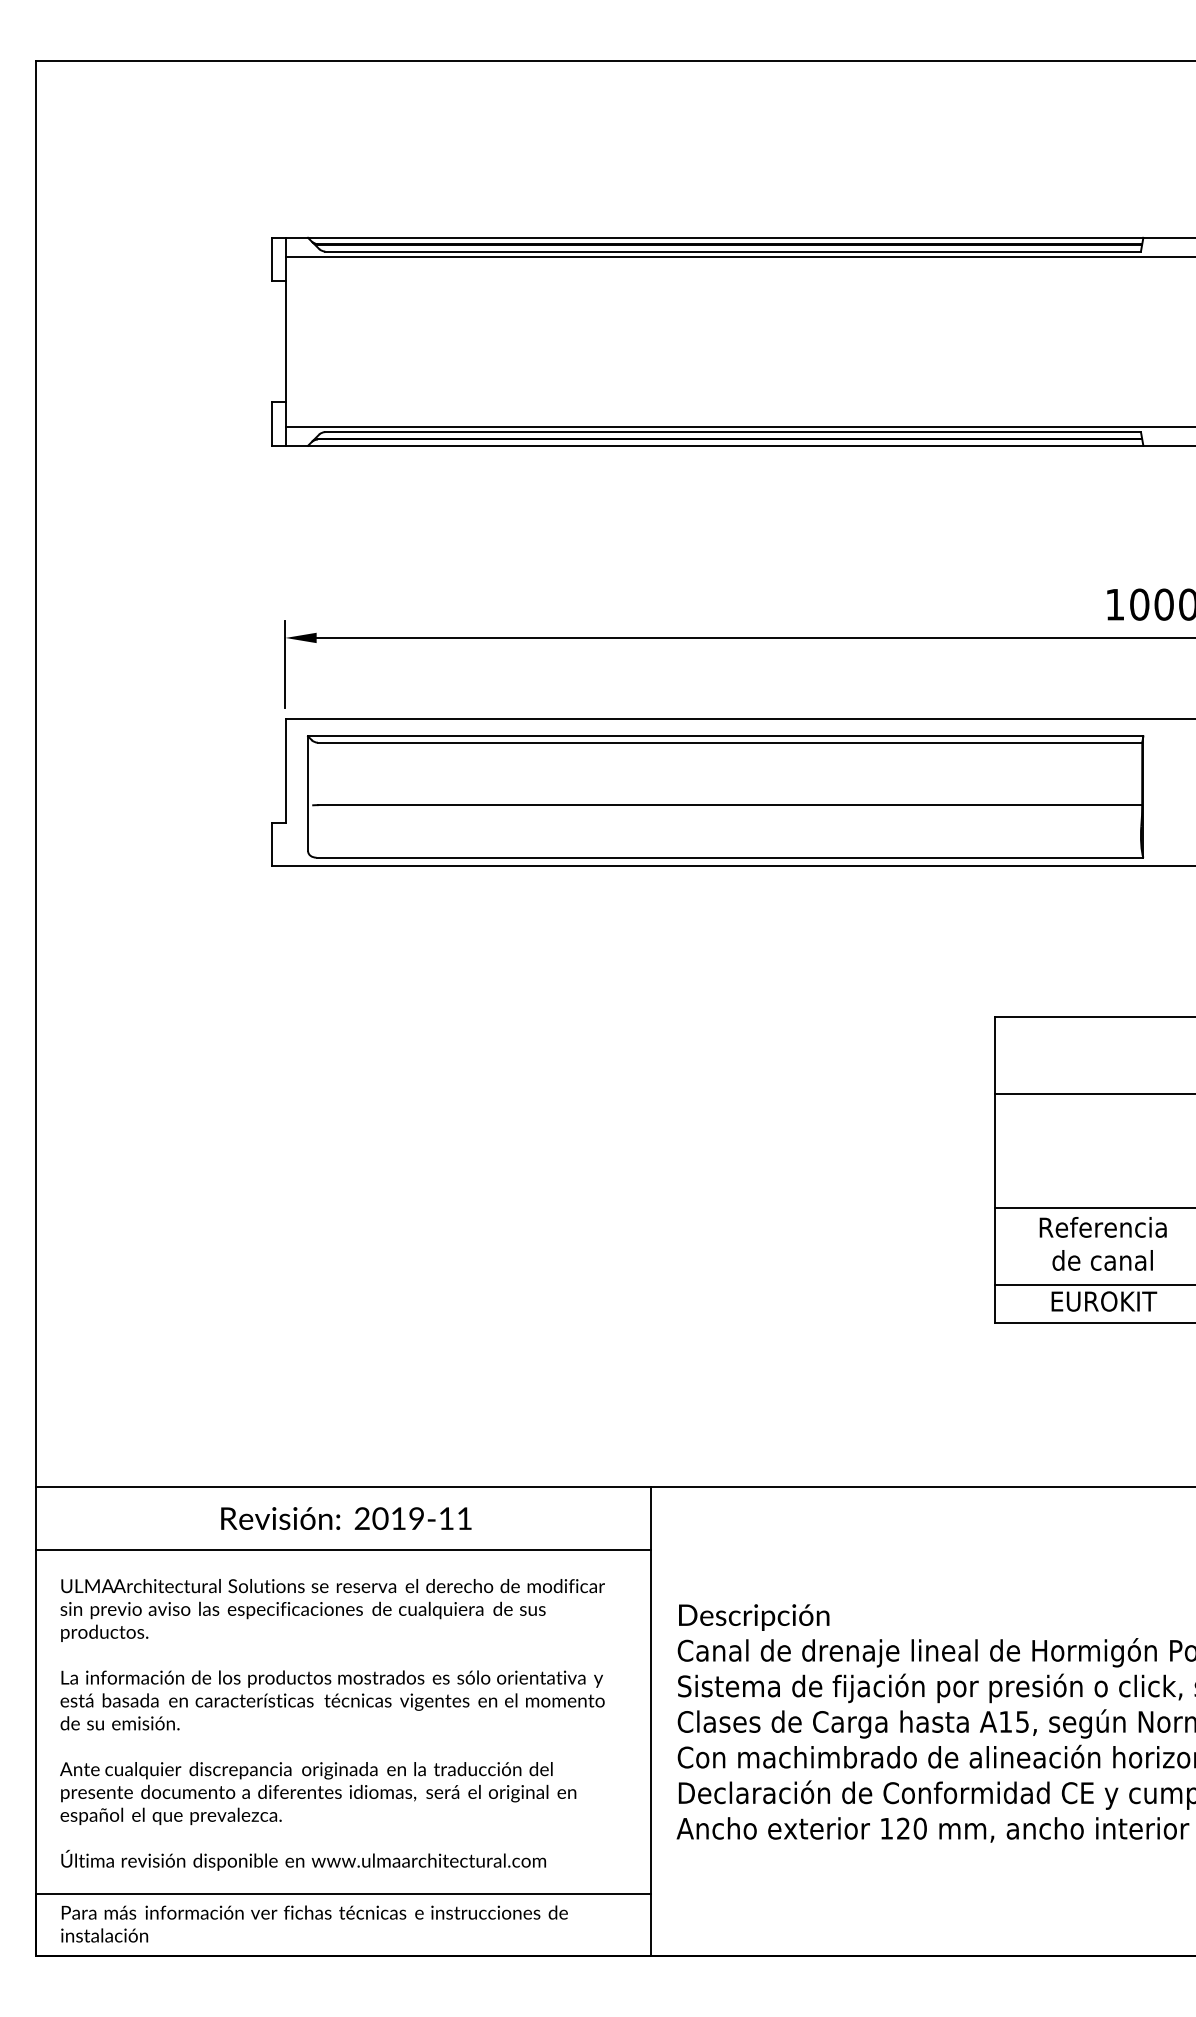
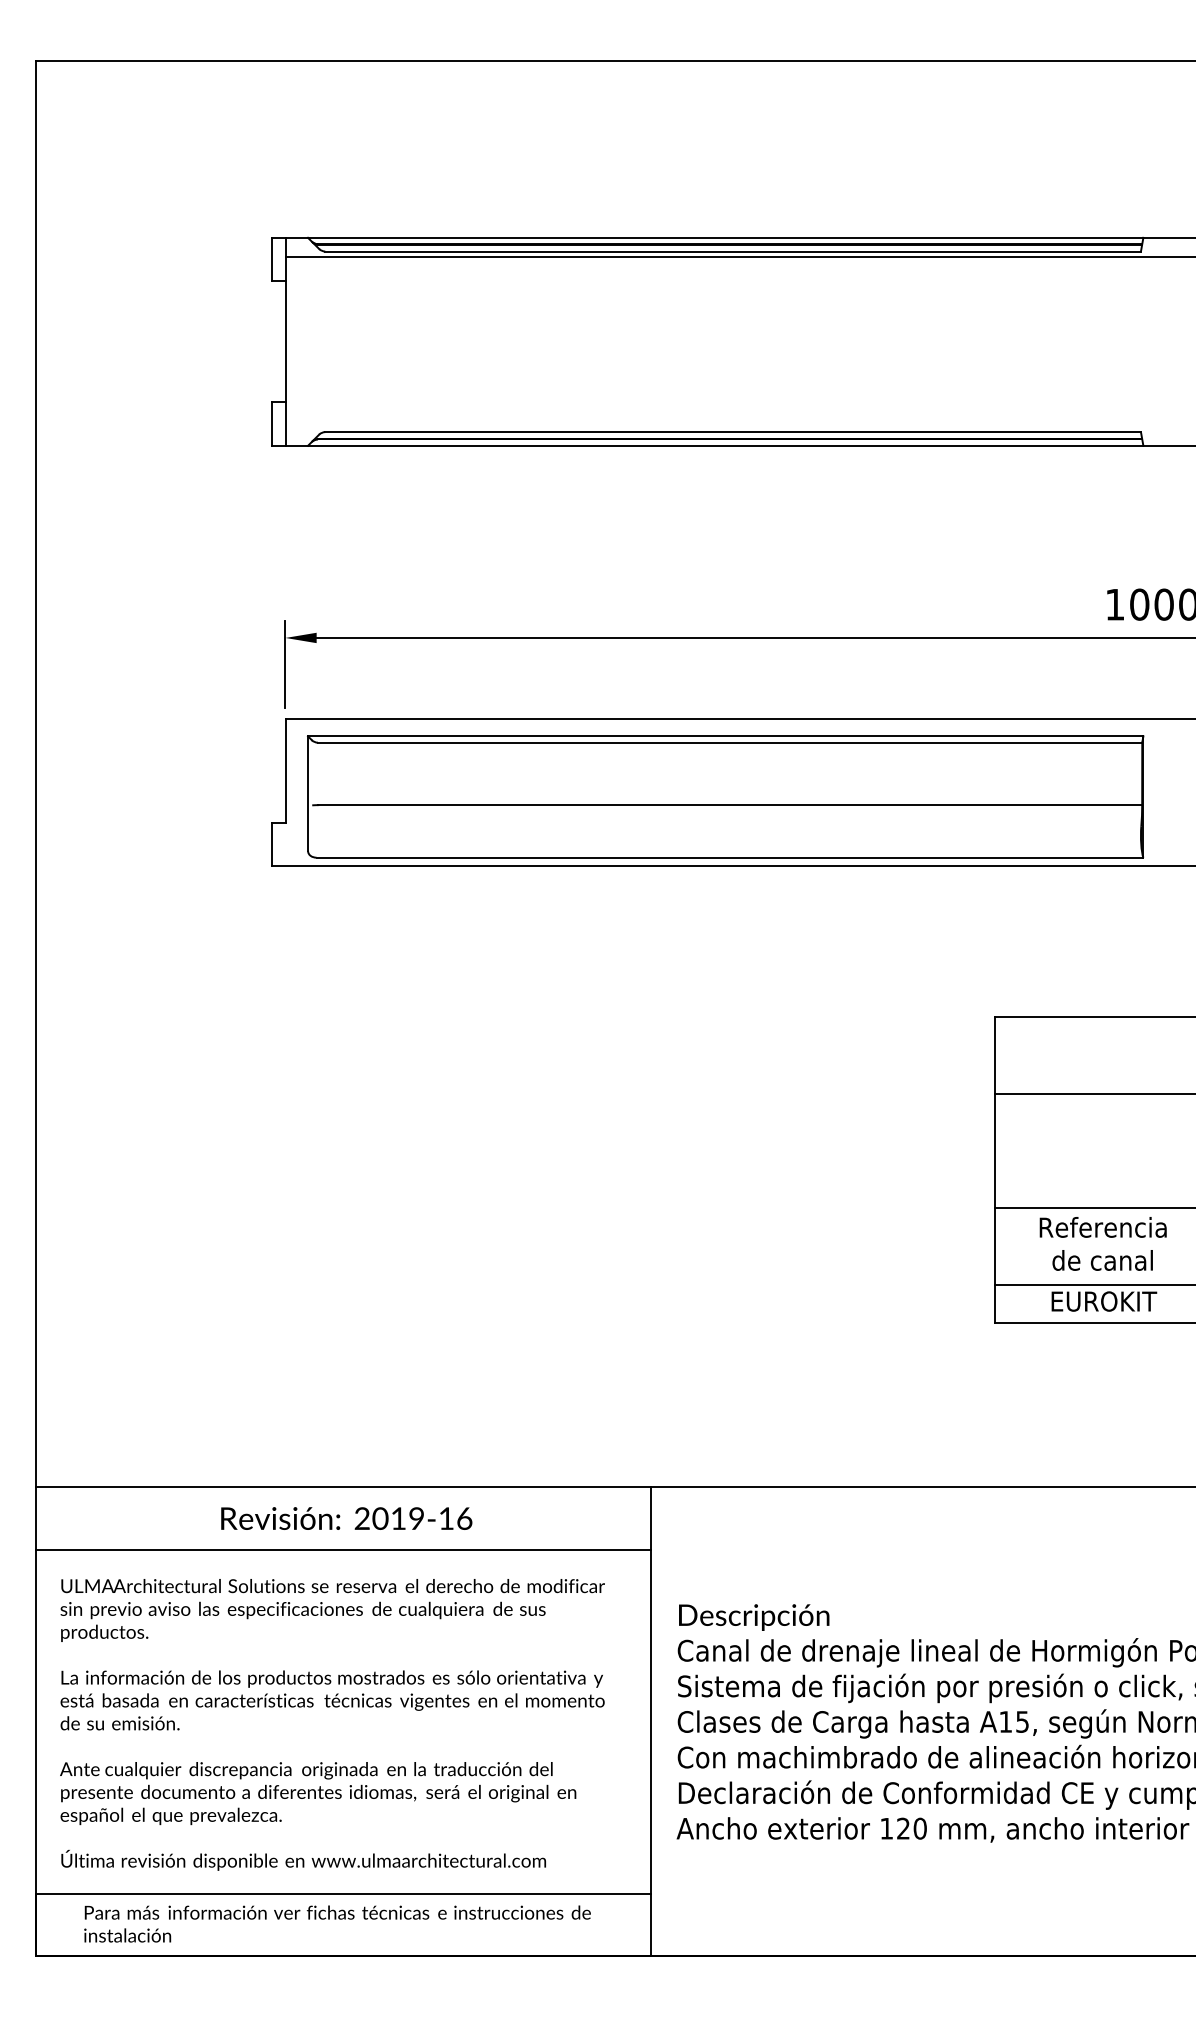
line at (738, 426): present -> none
text at (464, 1518): 2019-11 -> 2019-16
text at (314, 1923) position: (314, 1923) -> (337, 1923)
